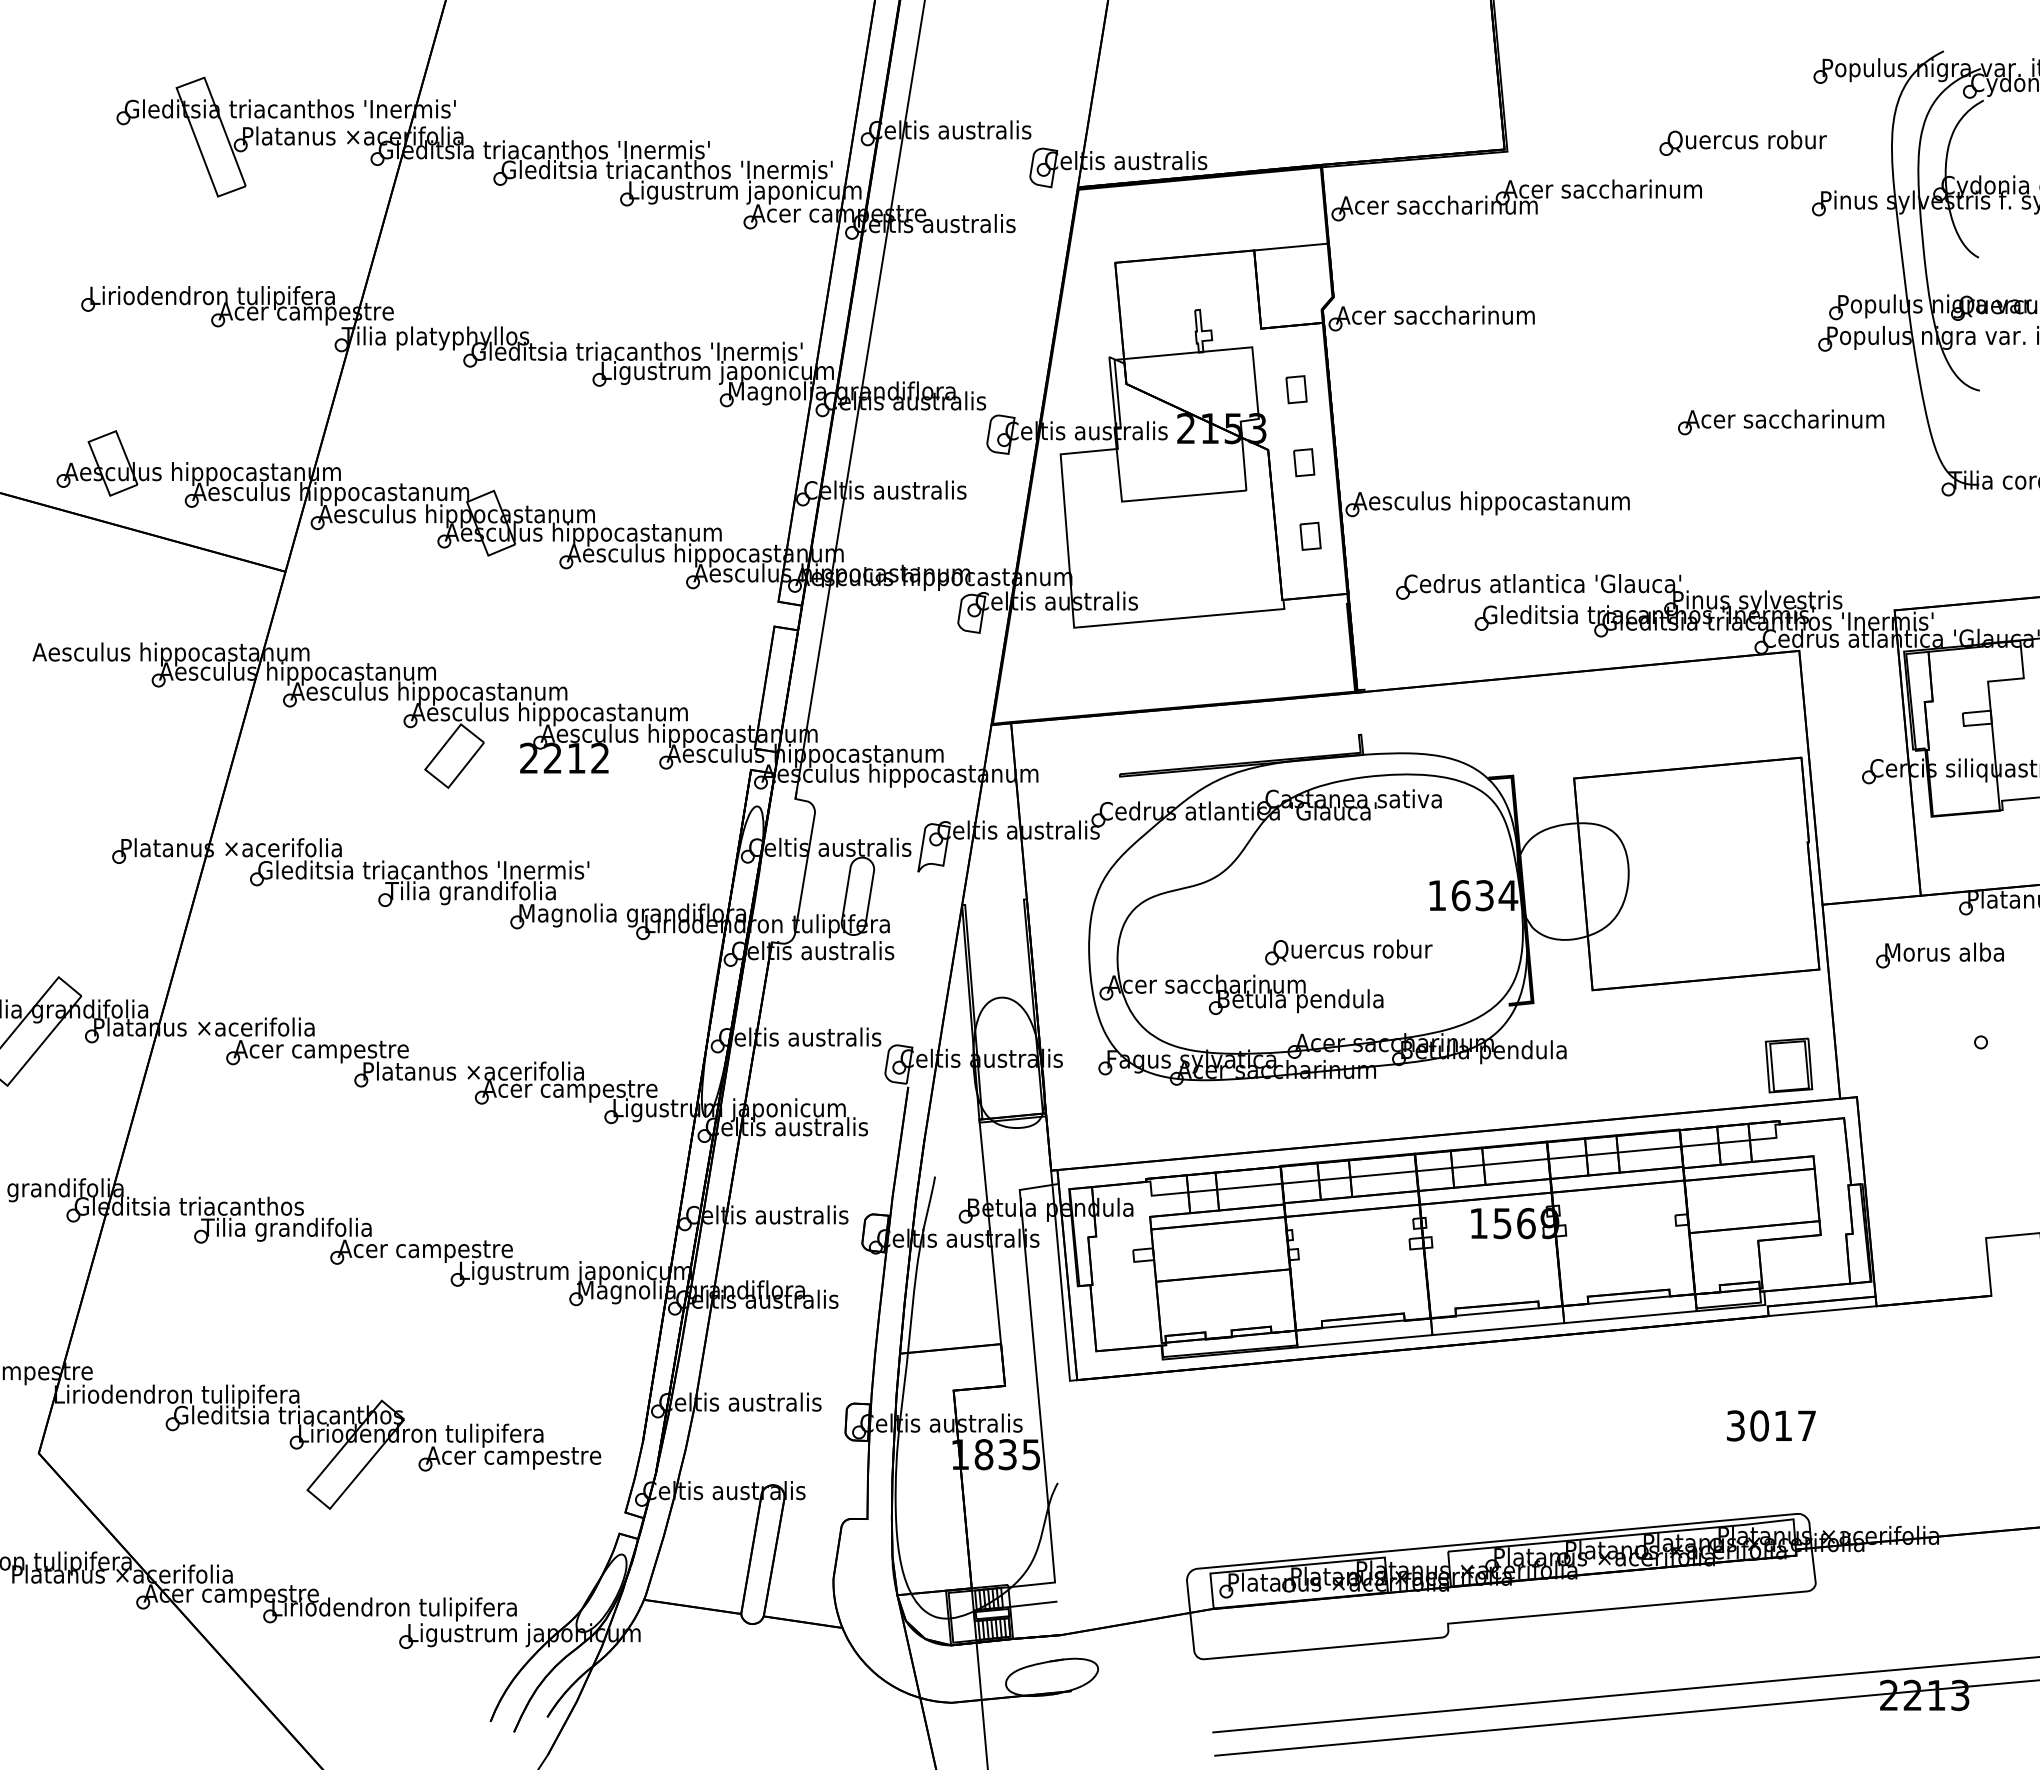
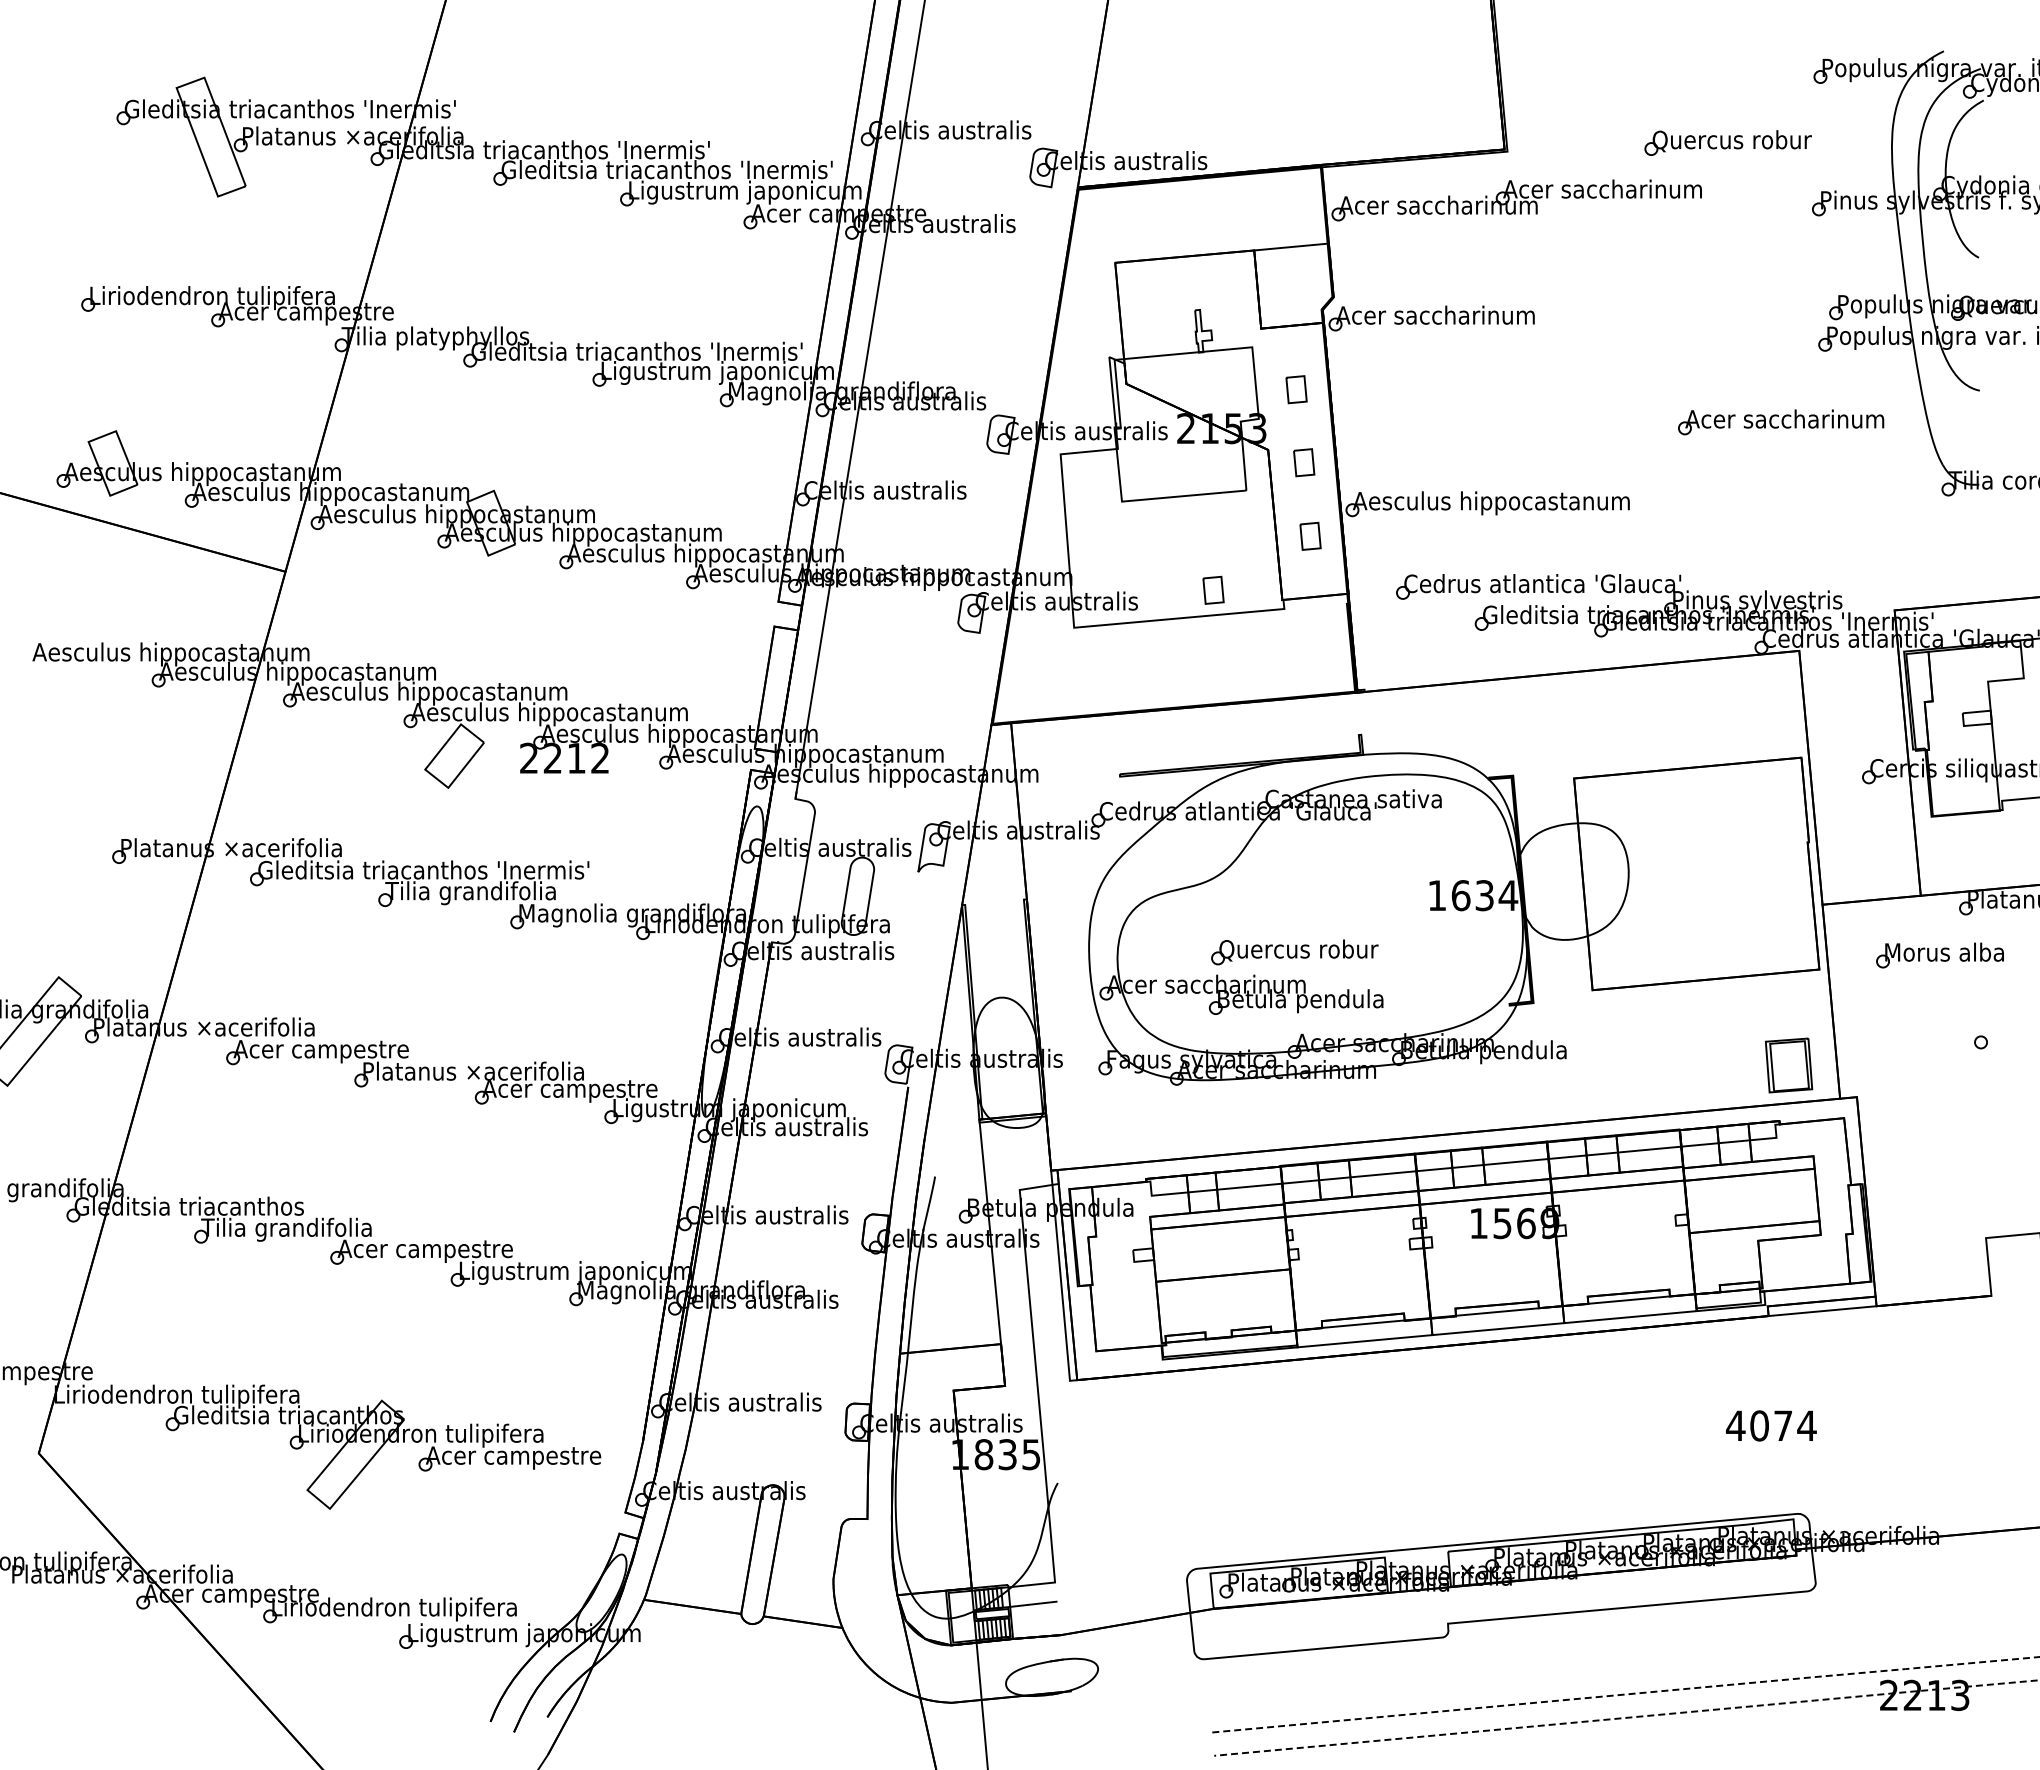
part at (1742, 142) position: (1742, 142) -> (1727, 142)
part at (1213, 589): none -> present
part at (1348, 952) position: (1348, 952) -> (1294, 952)
text at (1771, 1425): 3017 -> 4074
line at (1627, 1694): solid -> dashed
line at (1627, 1717): solid -> dashed
